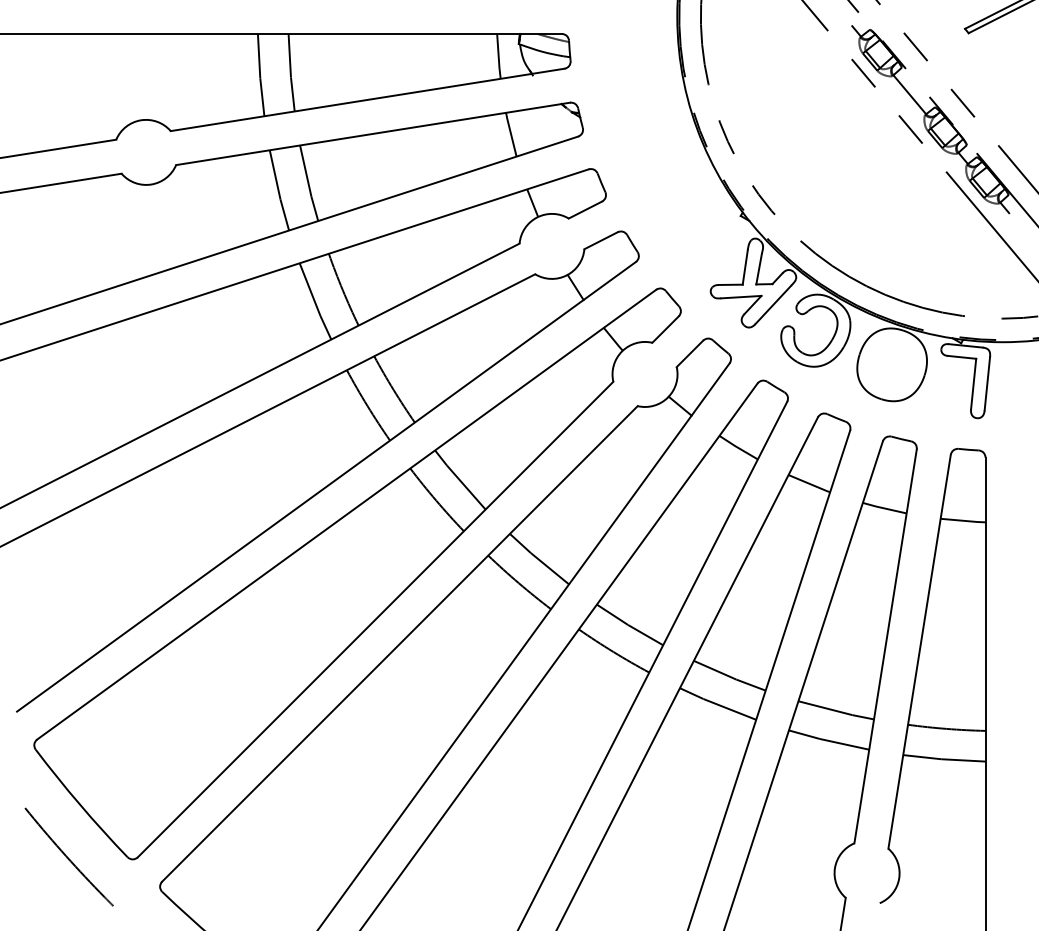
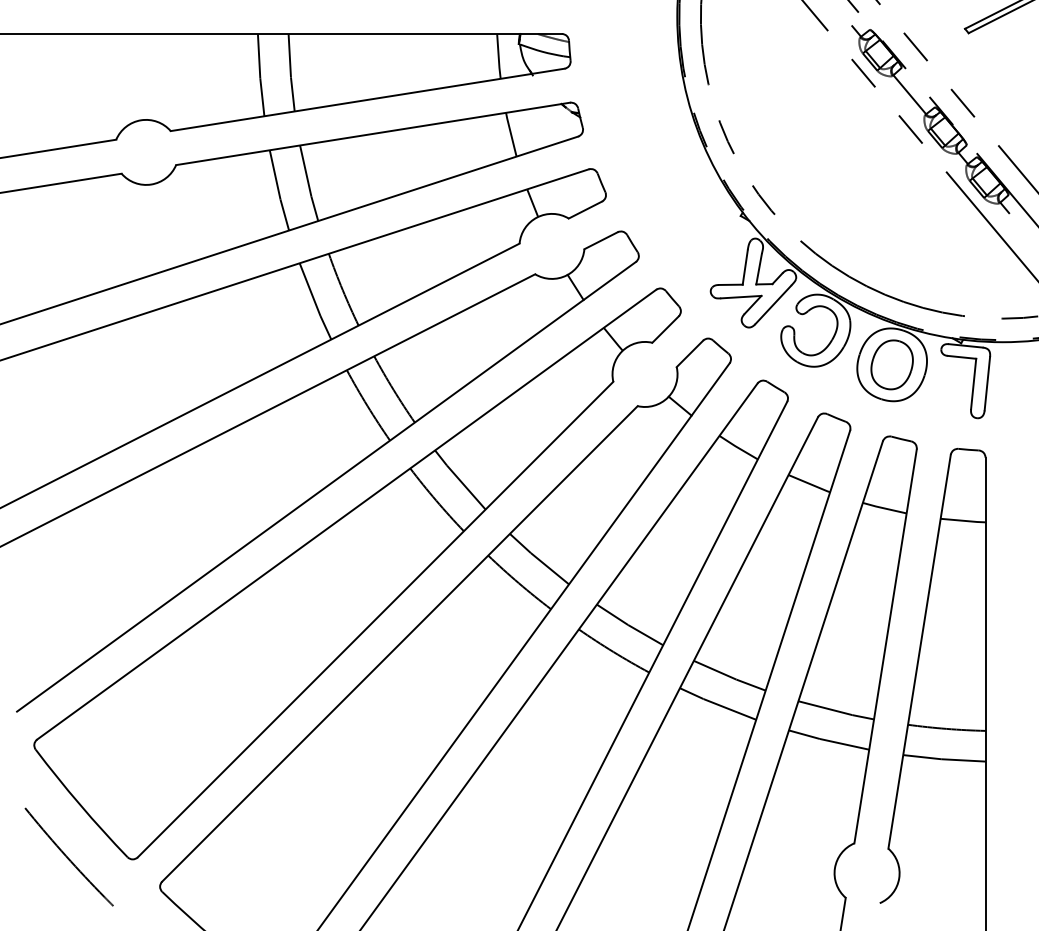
part at (891, 364): none -> present
